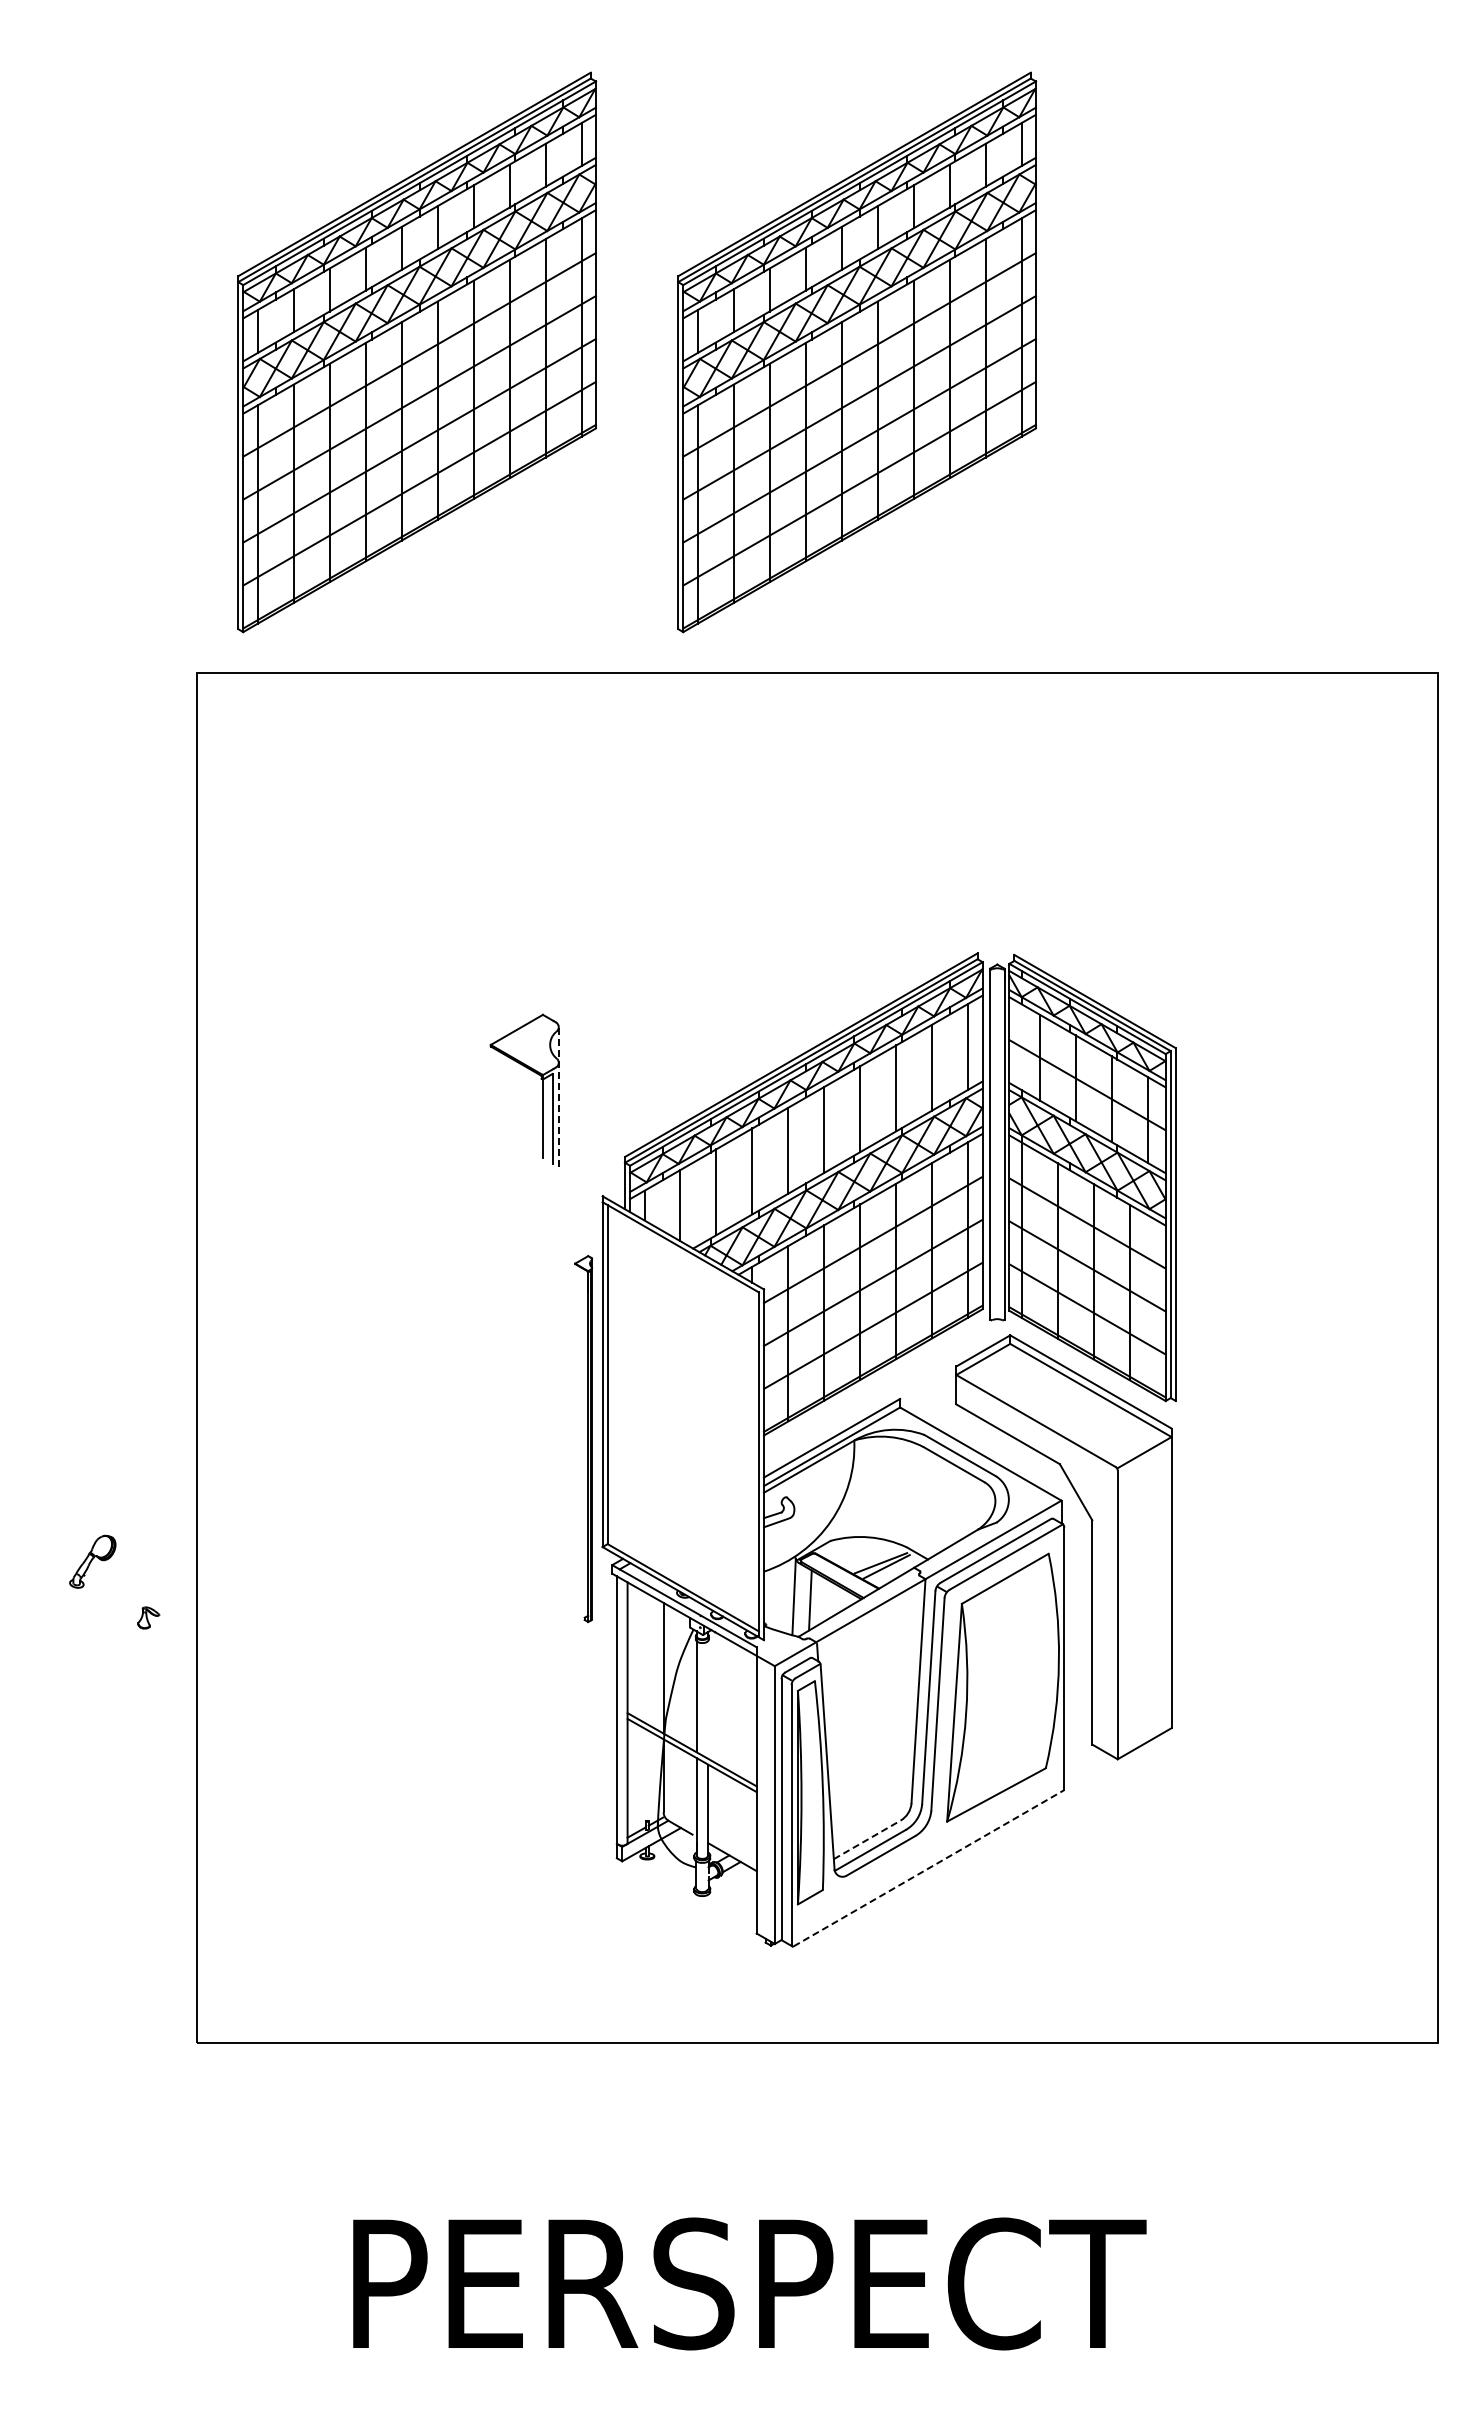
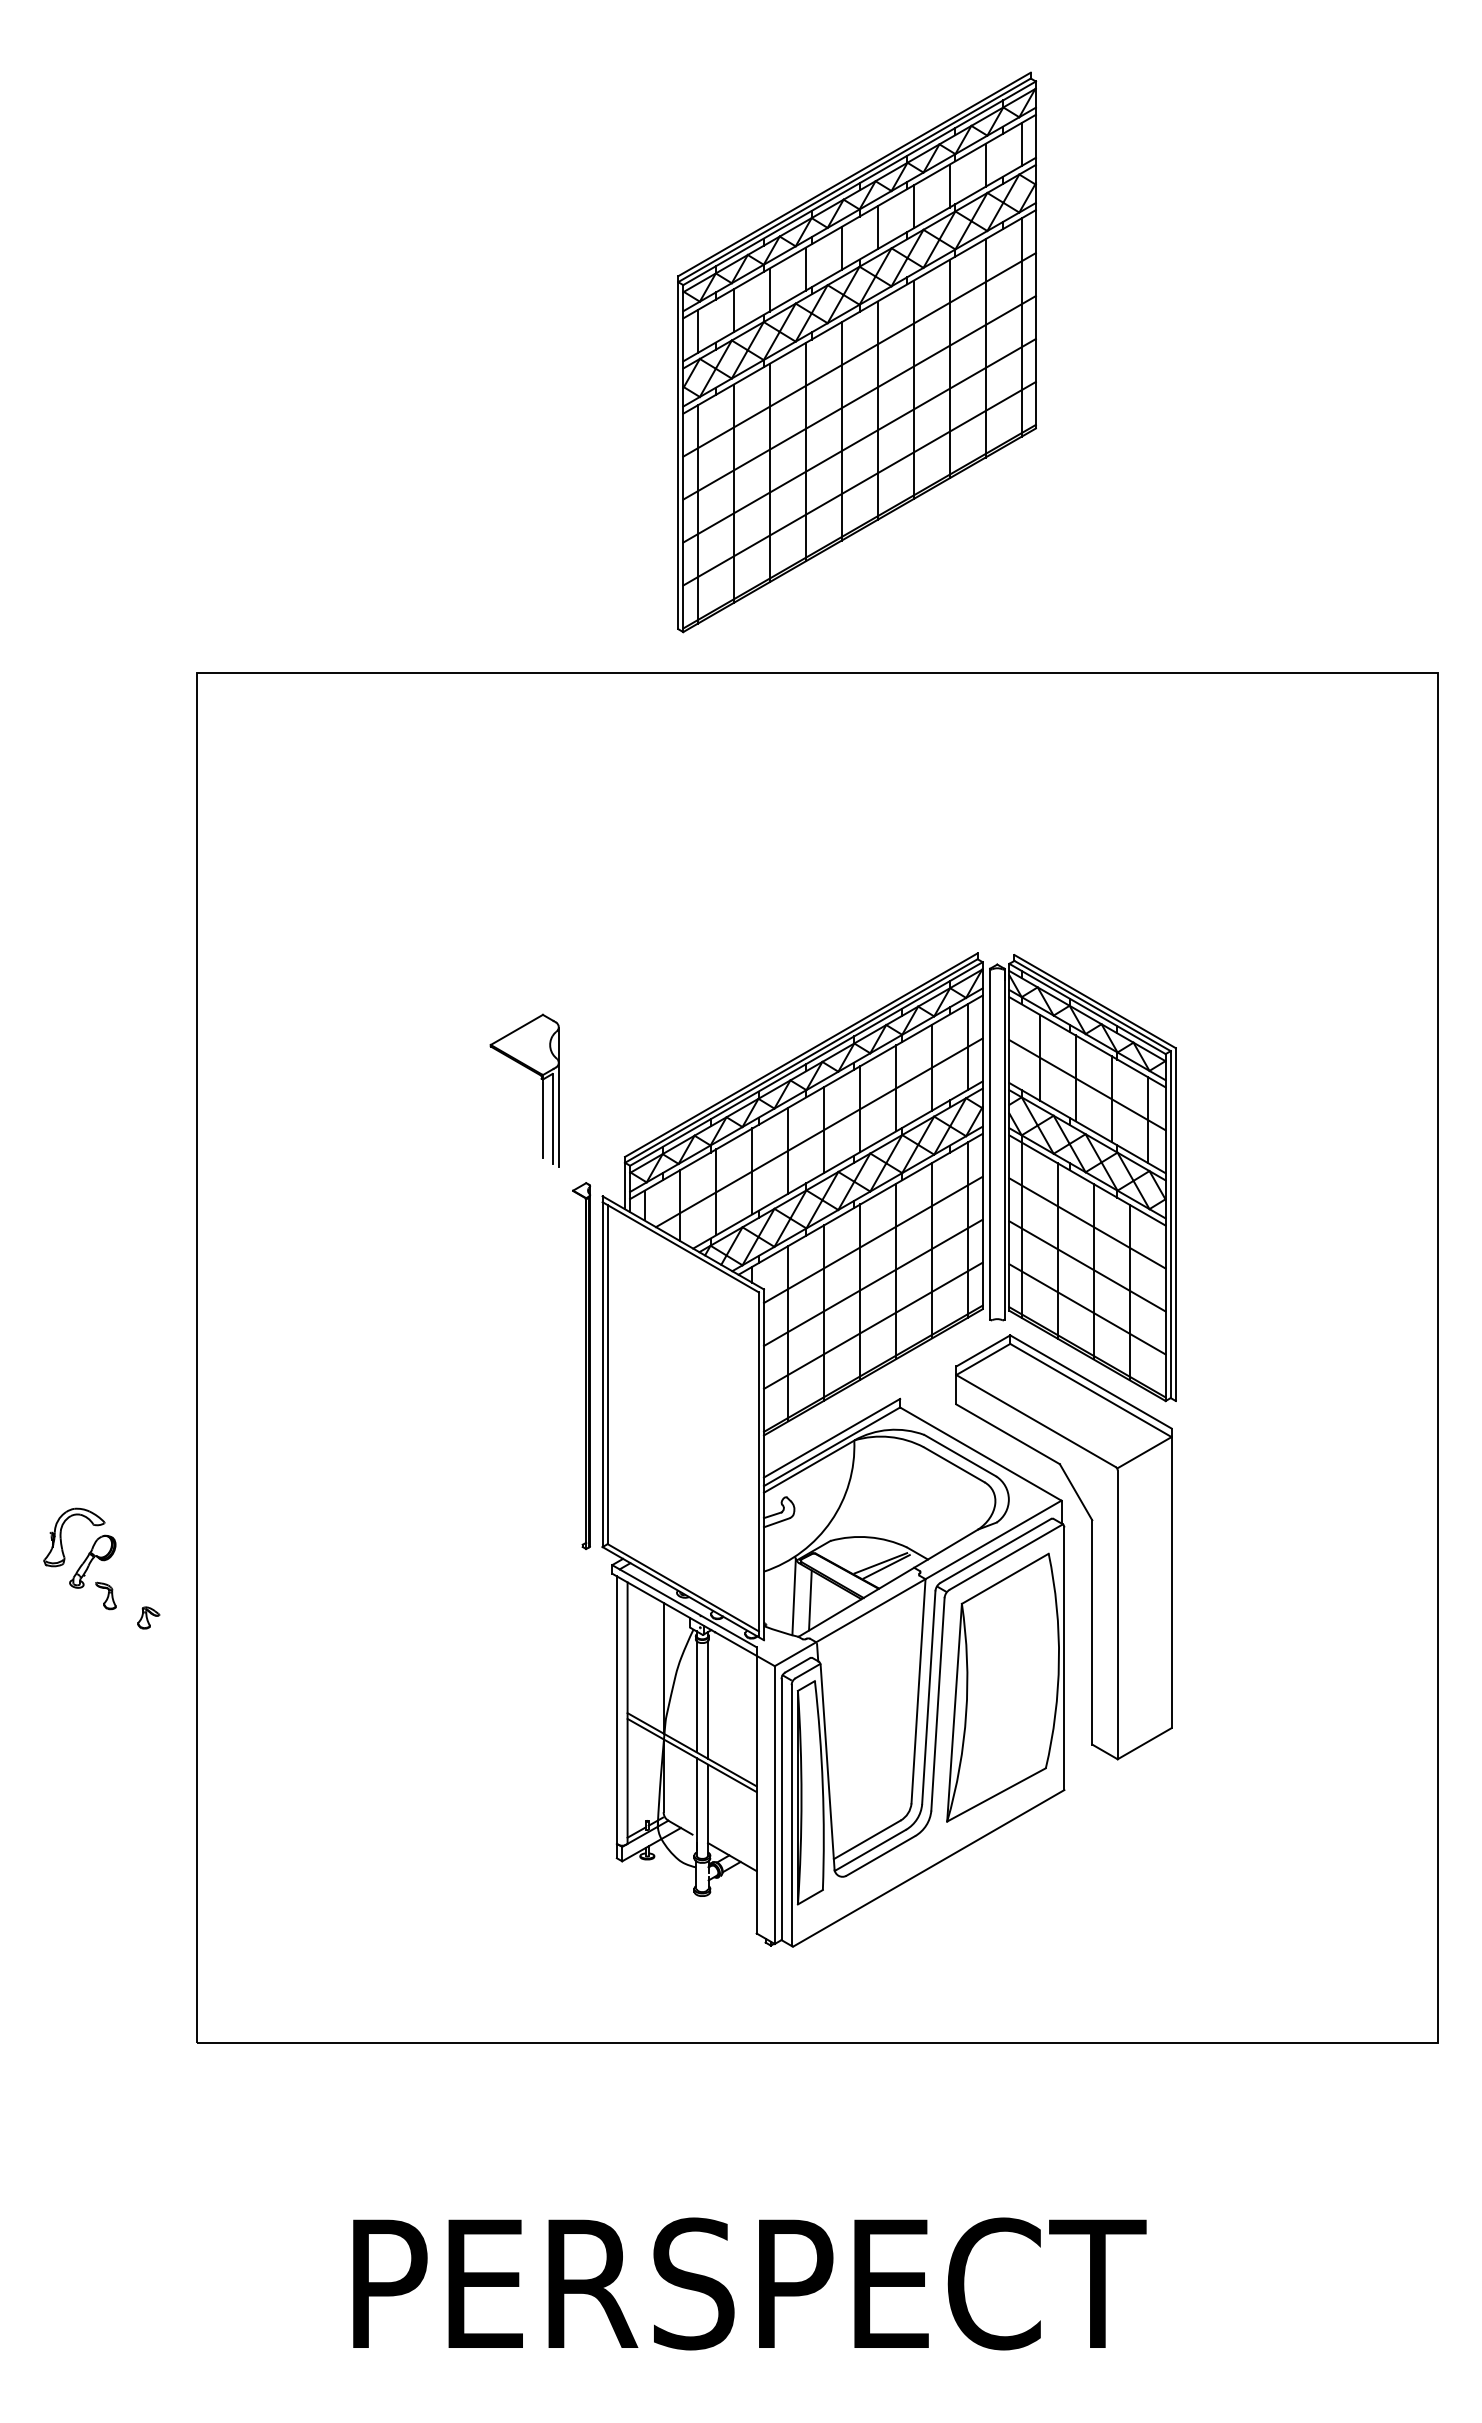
part at (417, 352): present -> none
line at (558, 1097): dashed -> solid
line at (819, 1132): none -> present
part at (583, 1438) position: (583, 1438) -> (581, 1365)
part at (61, 1537): none -> present
part at (105, 1595): none -> present
line at (708, 1699): none -> present
line at (867, 1839): dashed -> solid
line at (929, 1867): dashed -> solid
